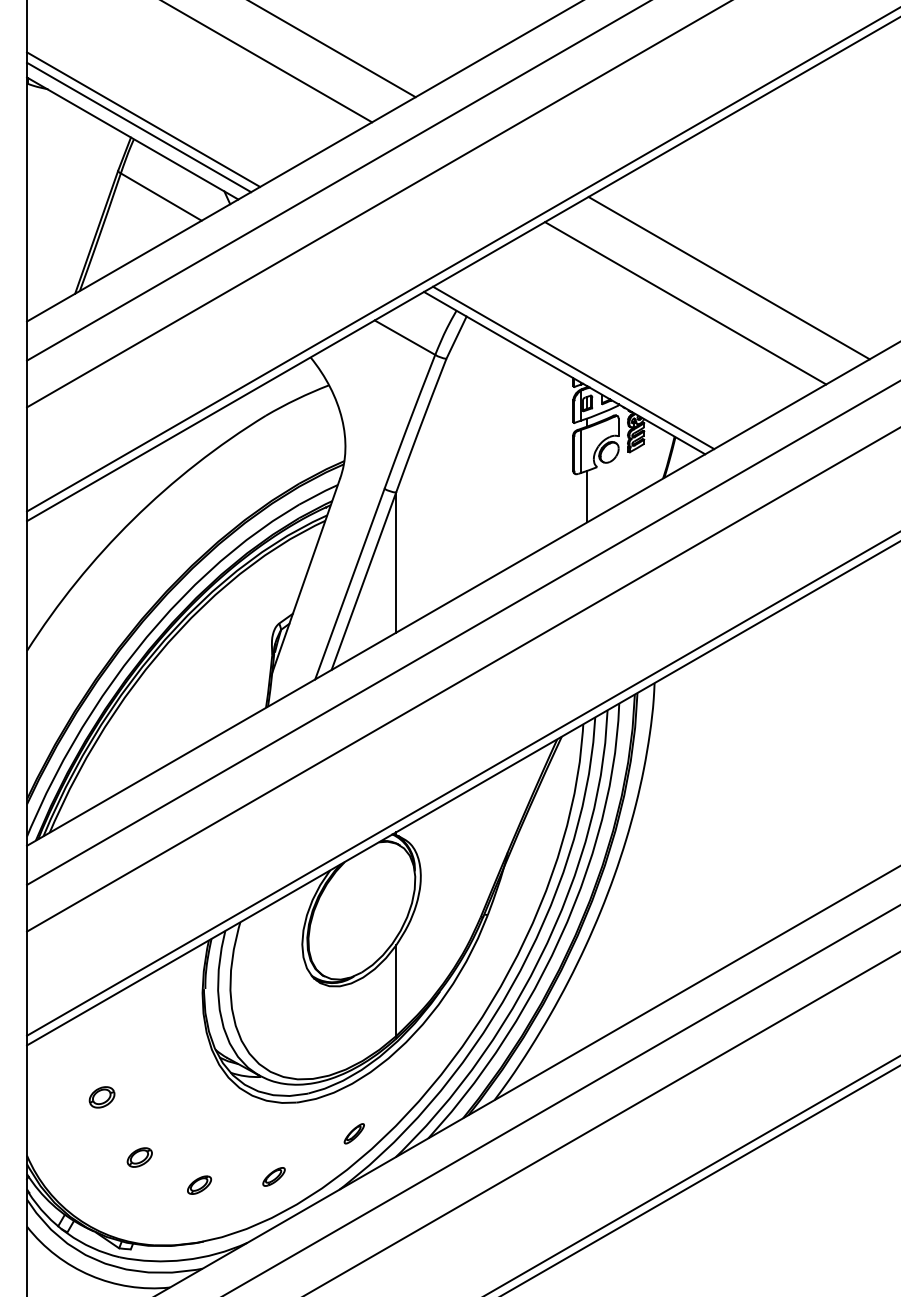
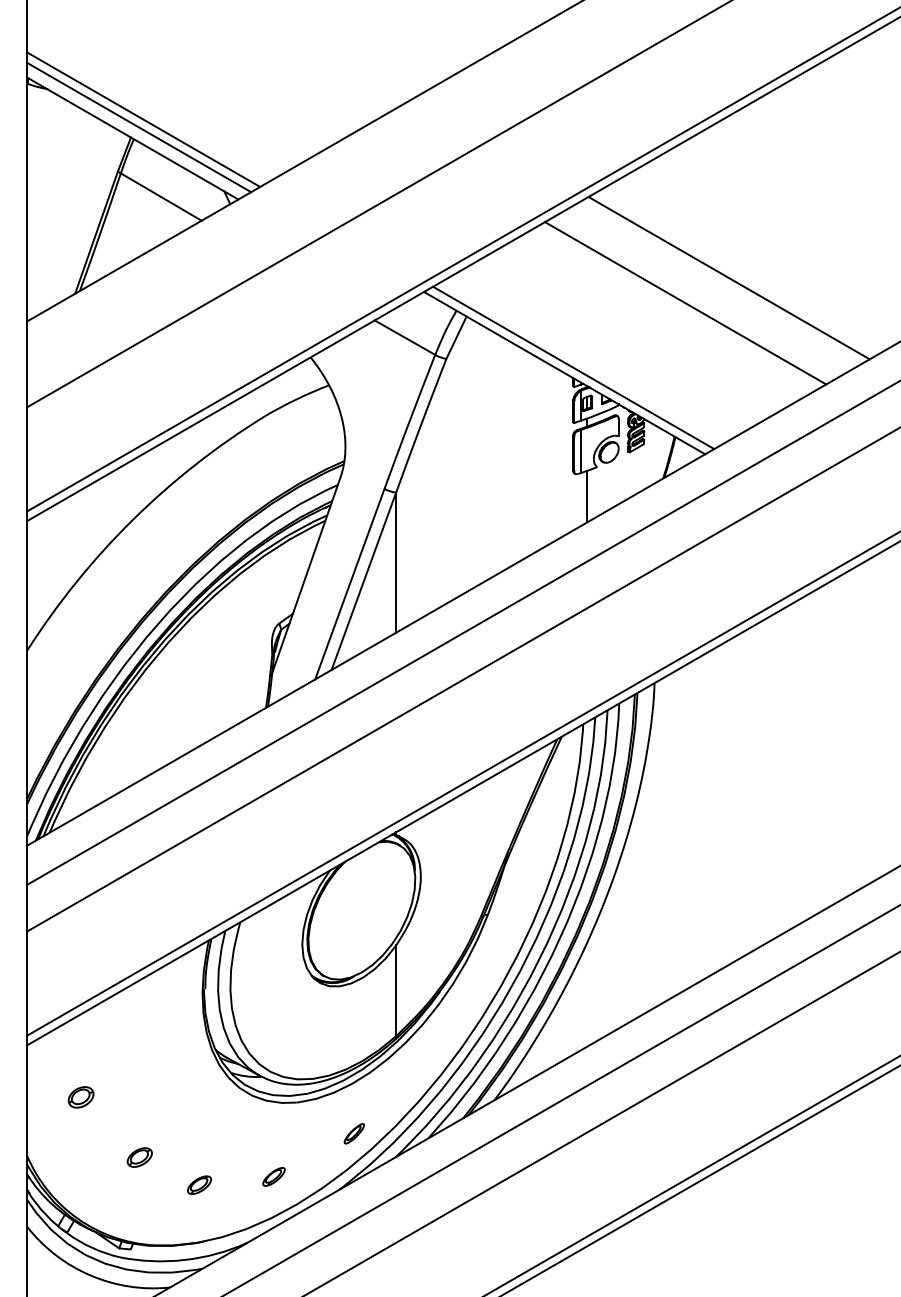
line at (332, 49): present -> none
line at (267, 62): present -> none
line at (337, 181): present -> none
part at (101, 1097) position: (101, 1097) -> (80, 1097)
